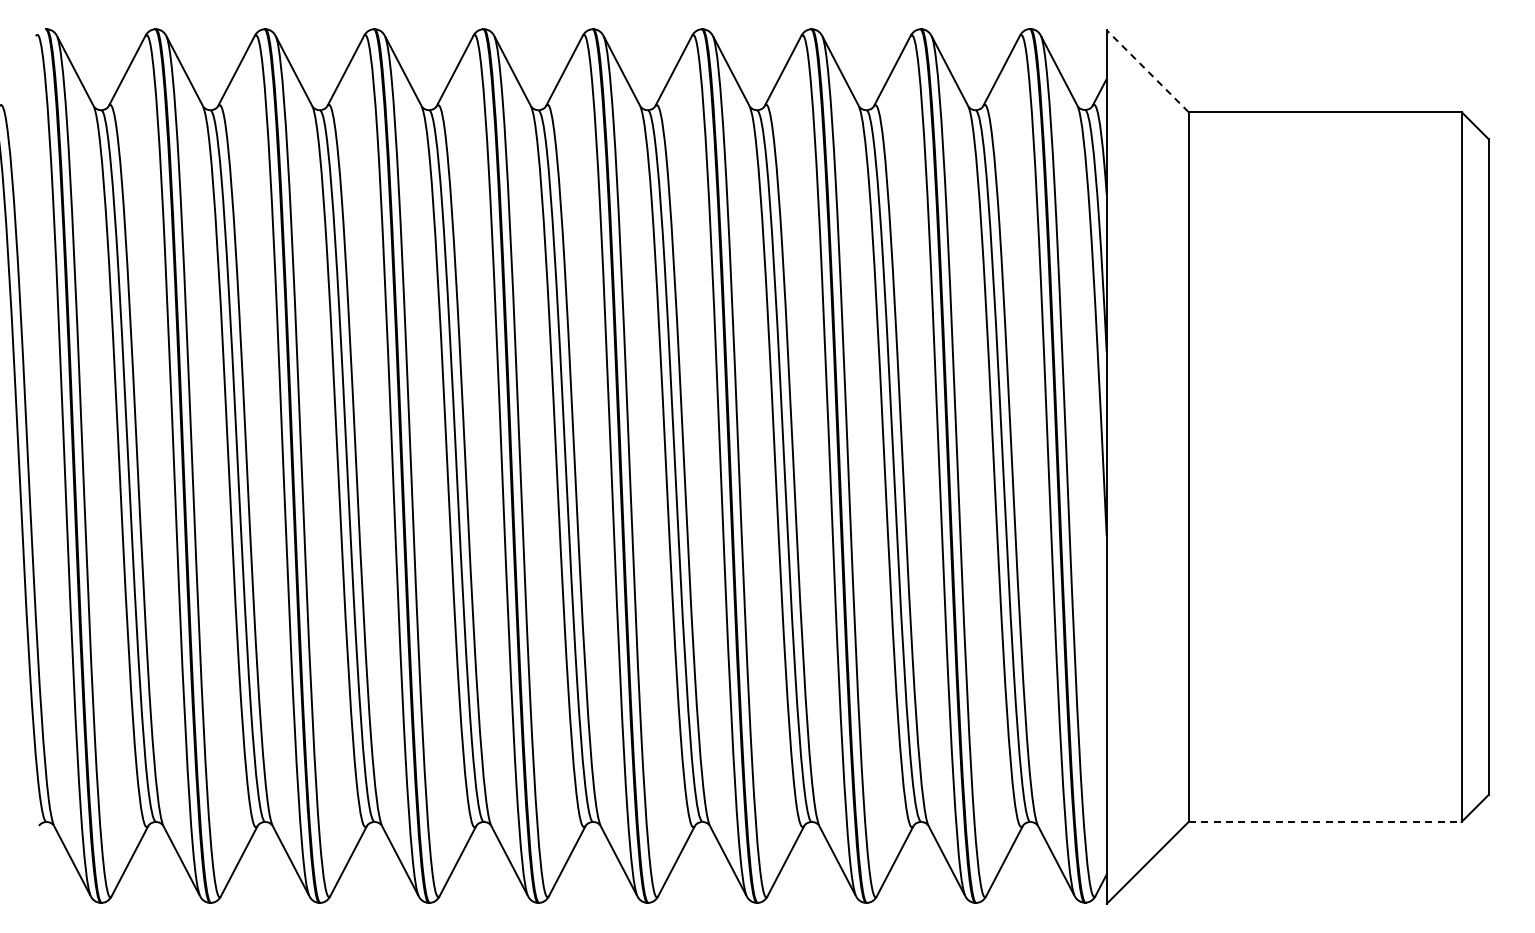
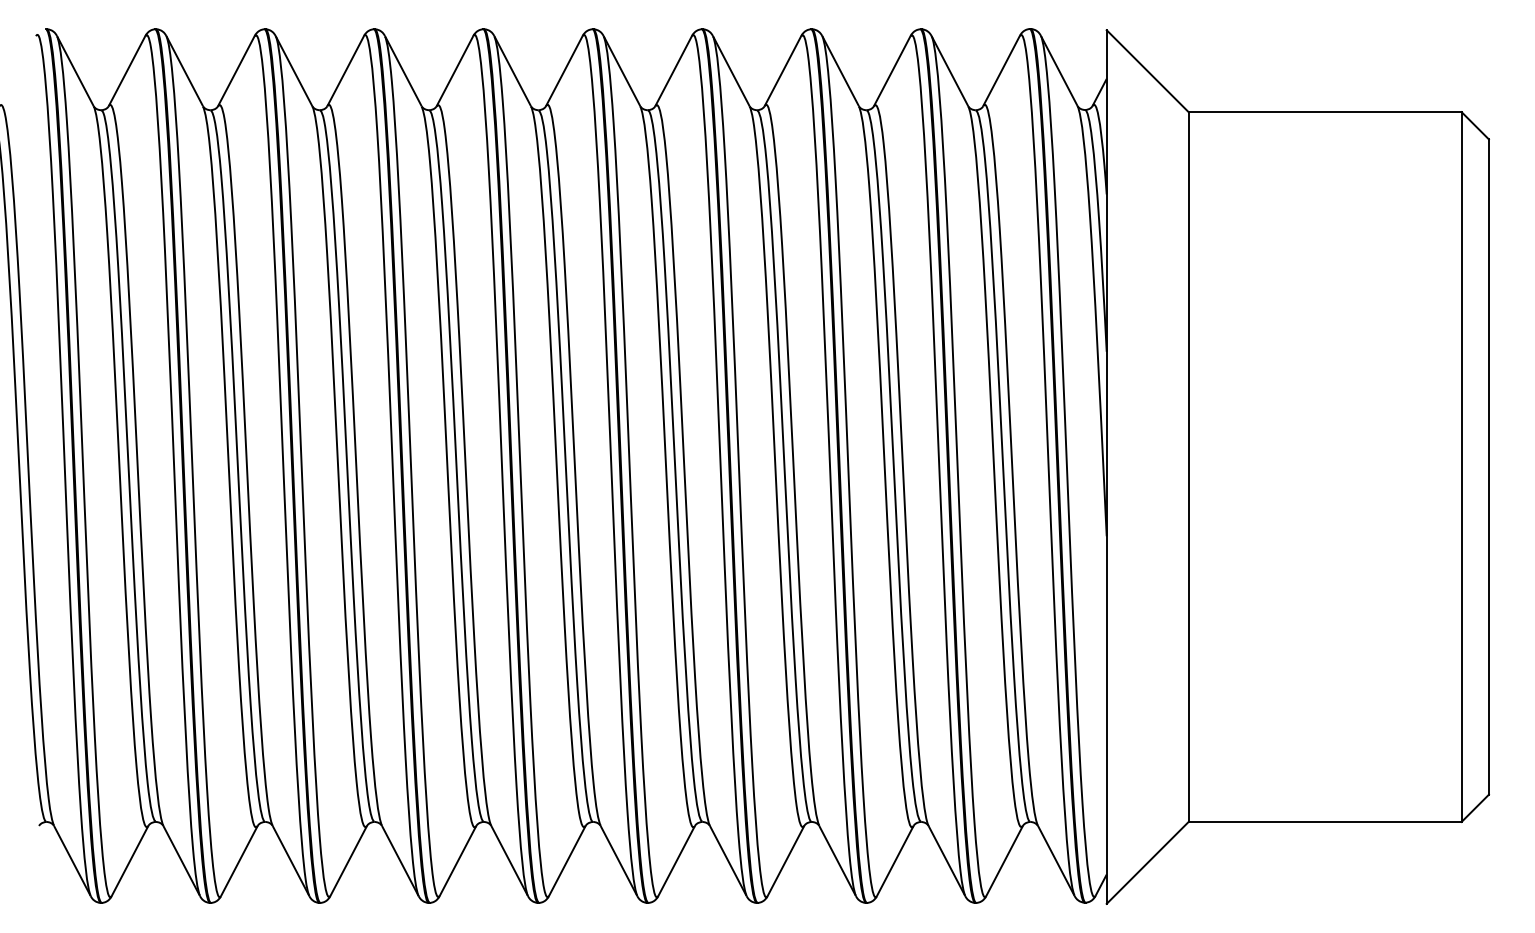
line at (1147, 71): dashed -> solid
line at (1325, 821): dashed -> solid
